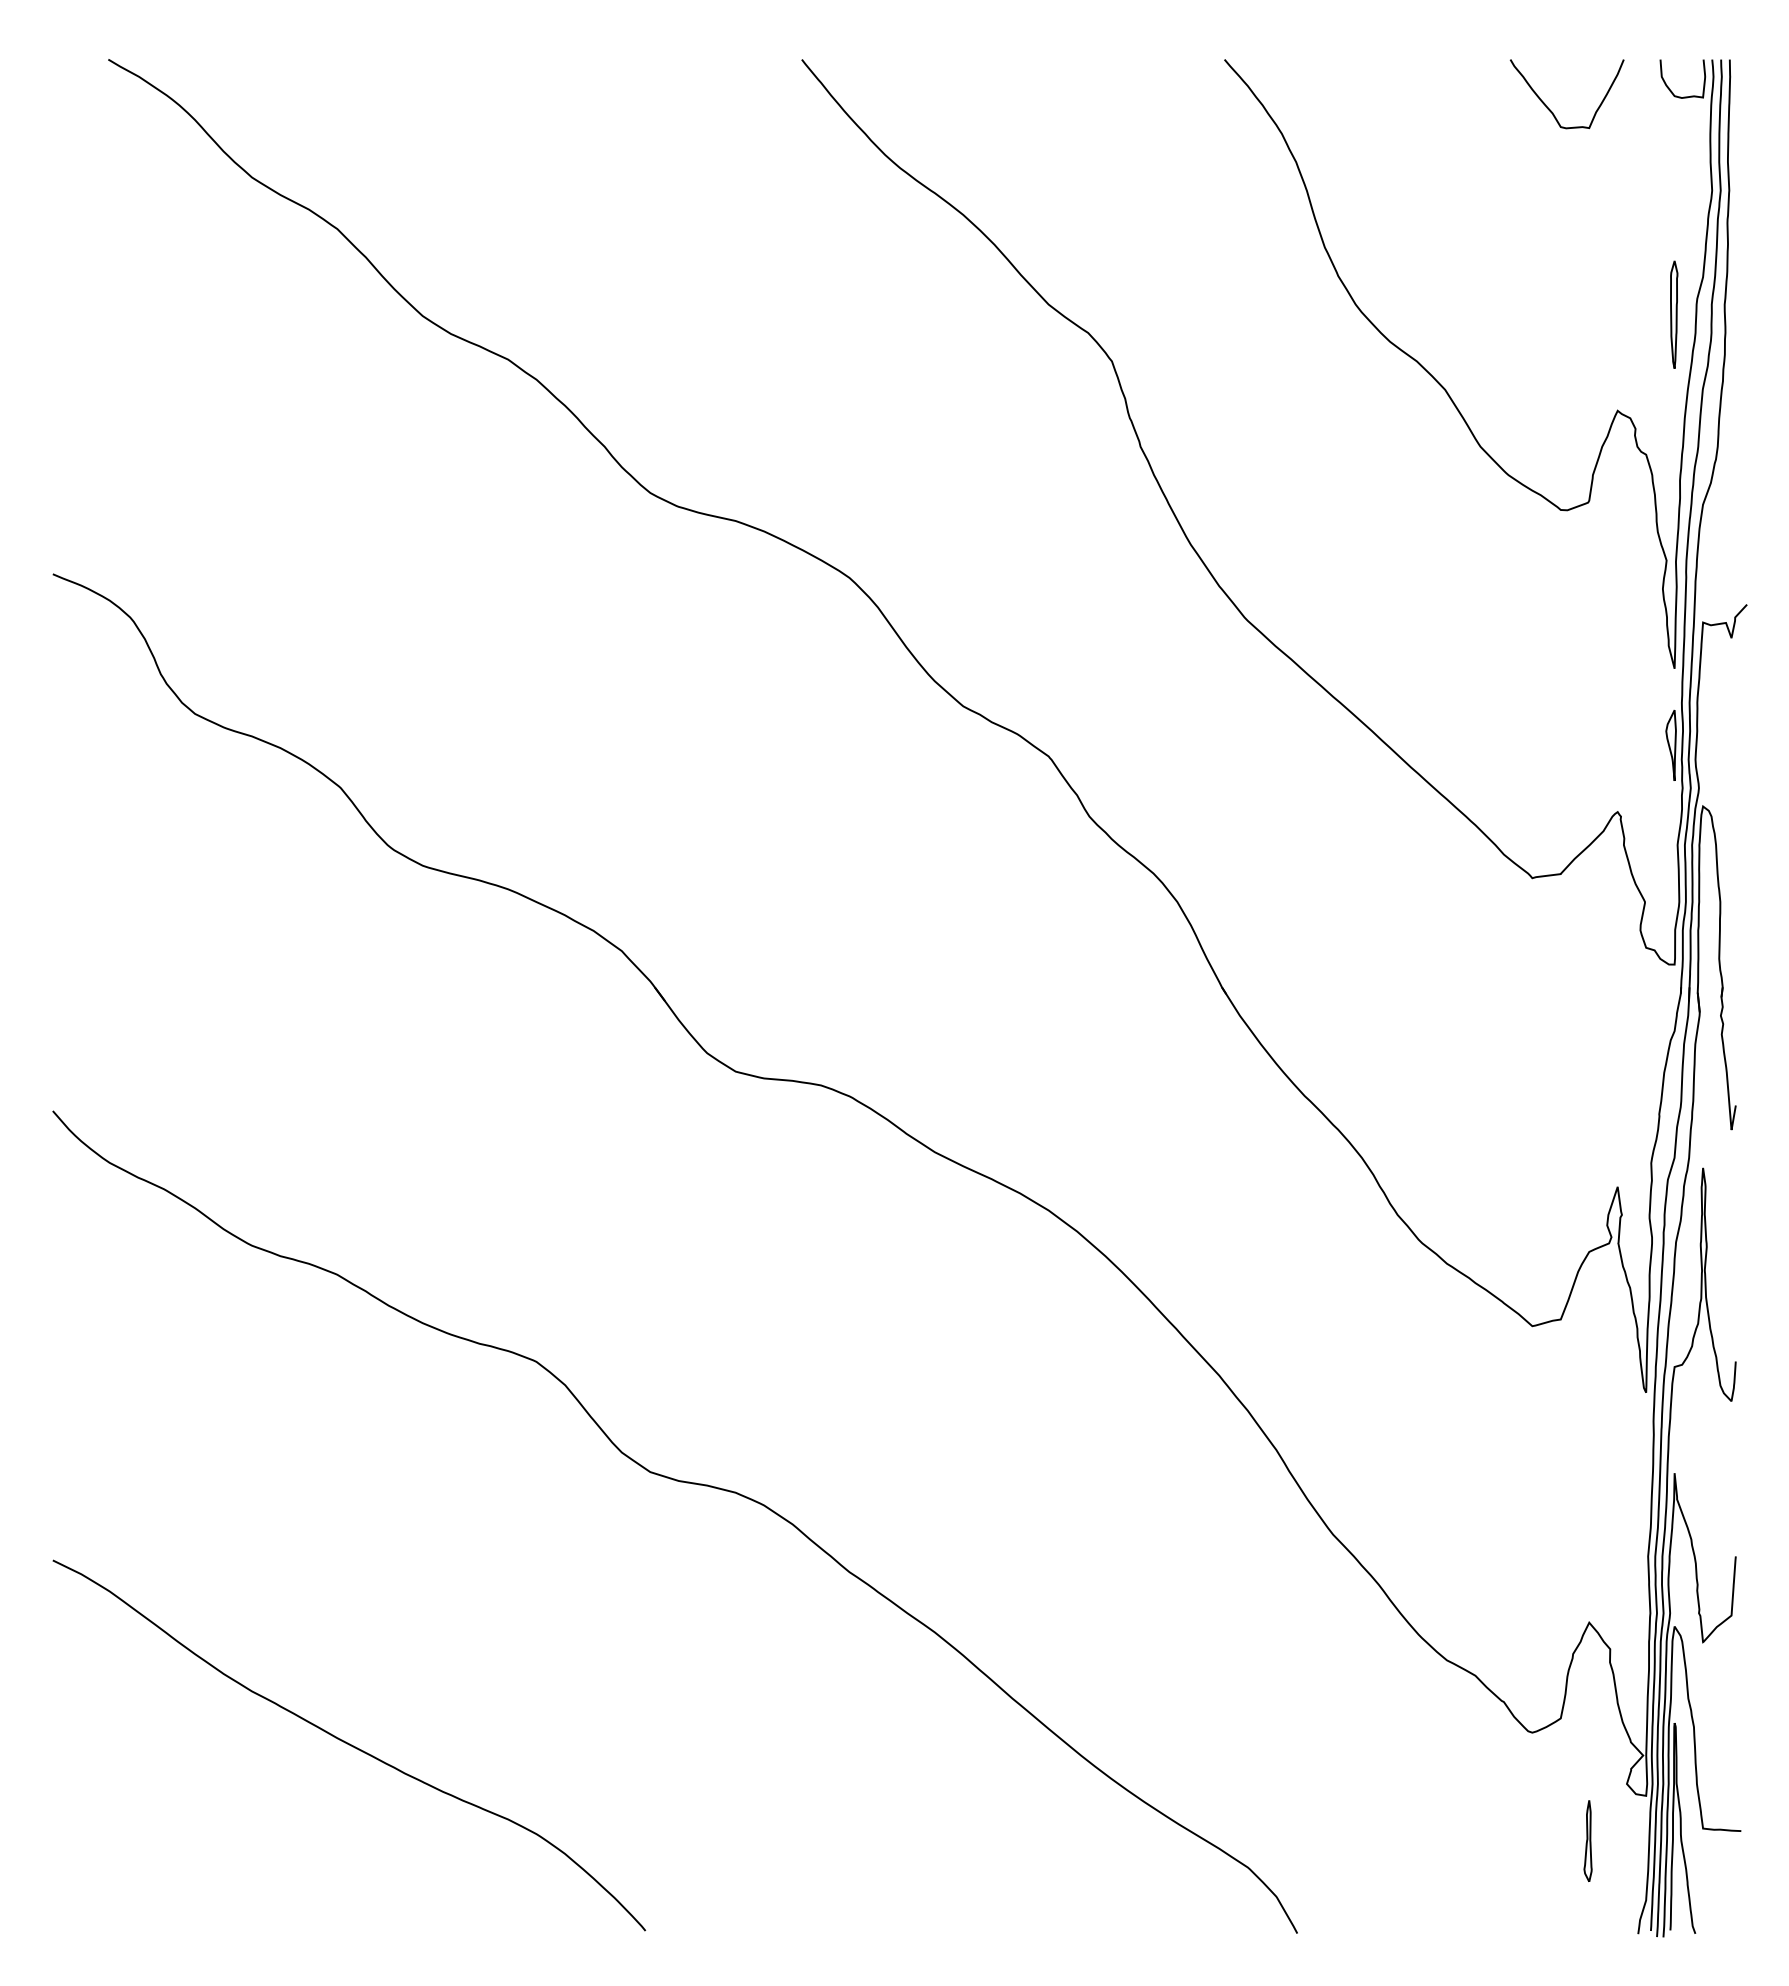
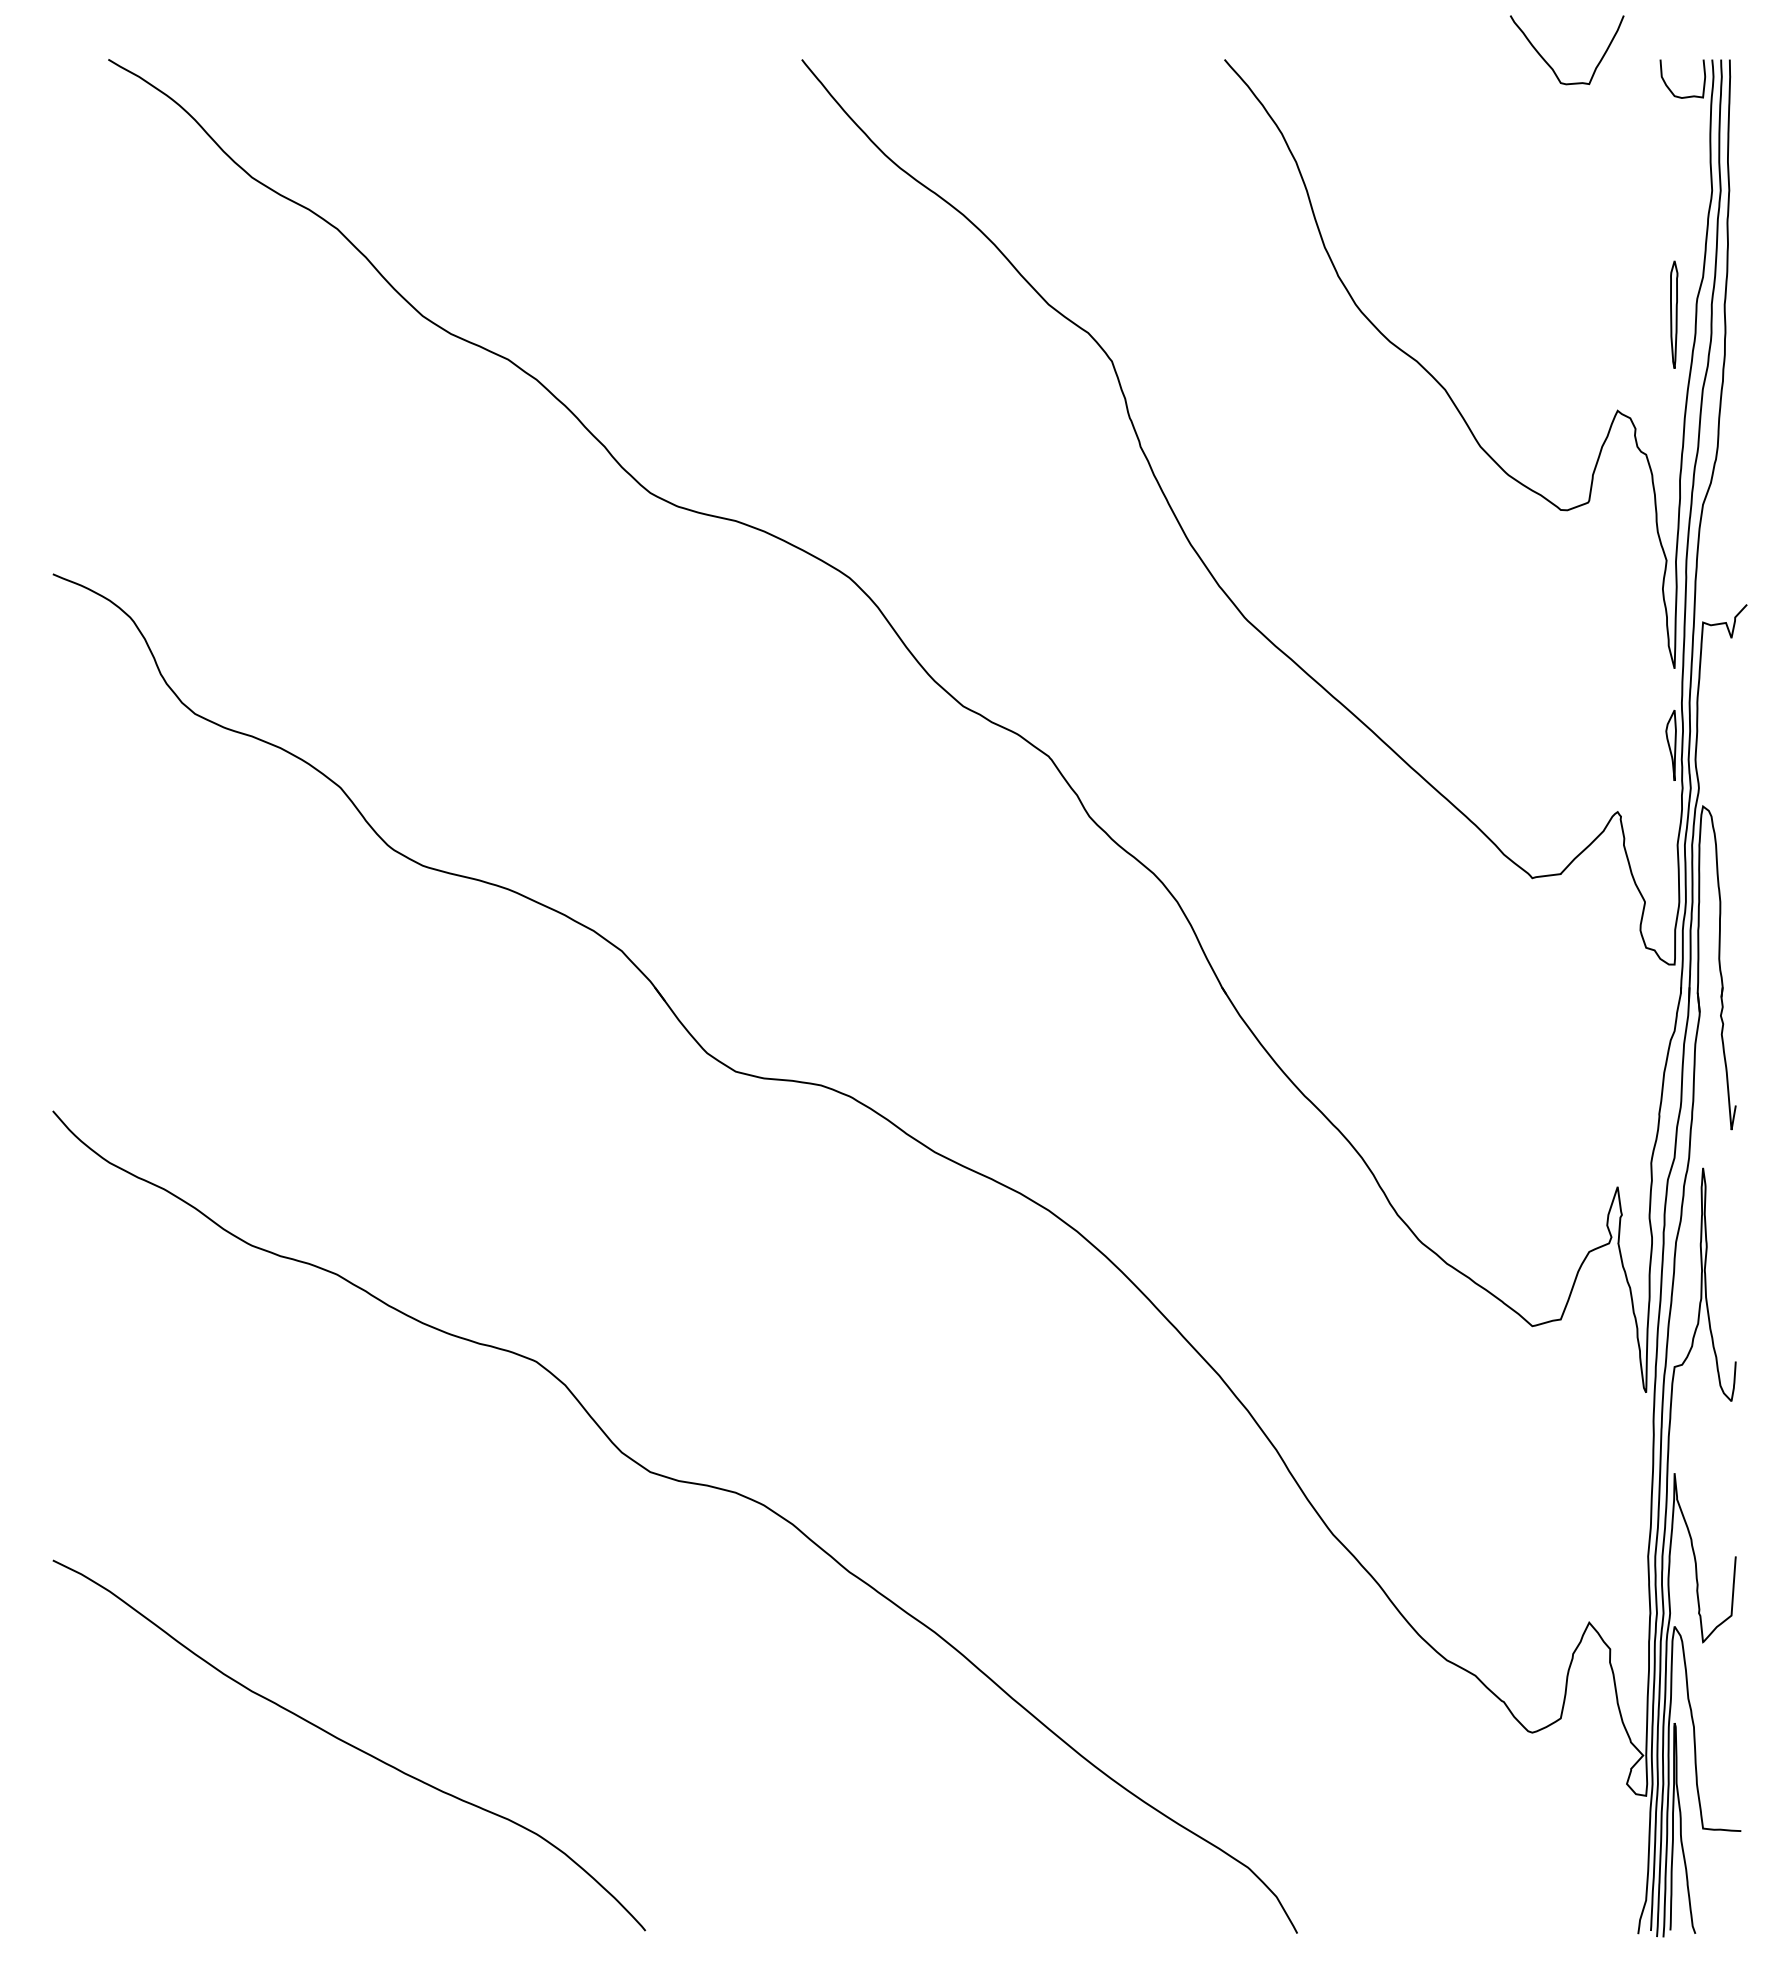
curve at (1550, 109) position: (1550, 109) -> (1550, 65)
part at (1587, 1840): present -> none
